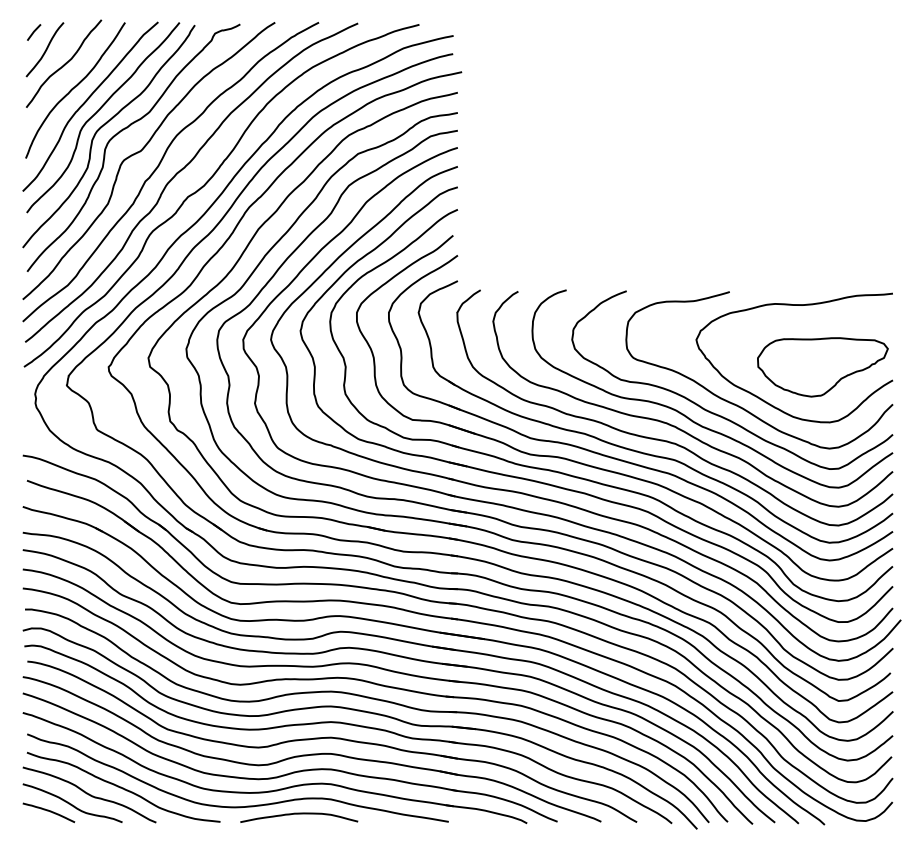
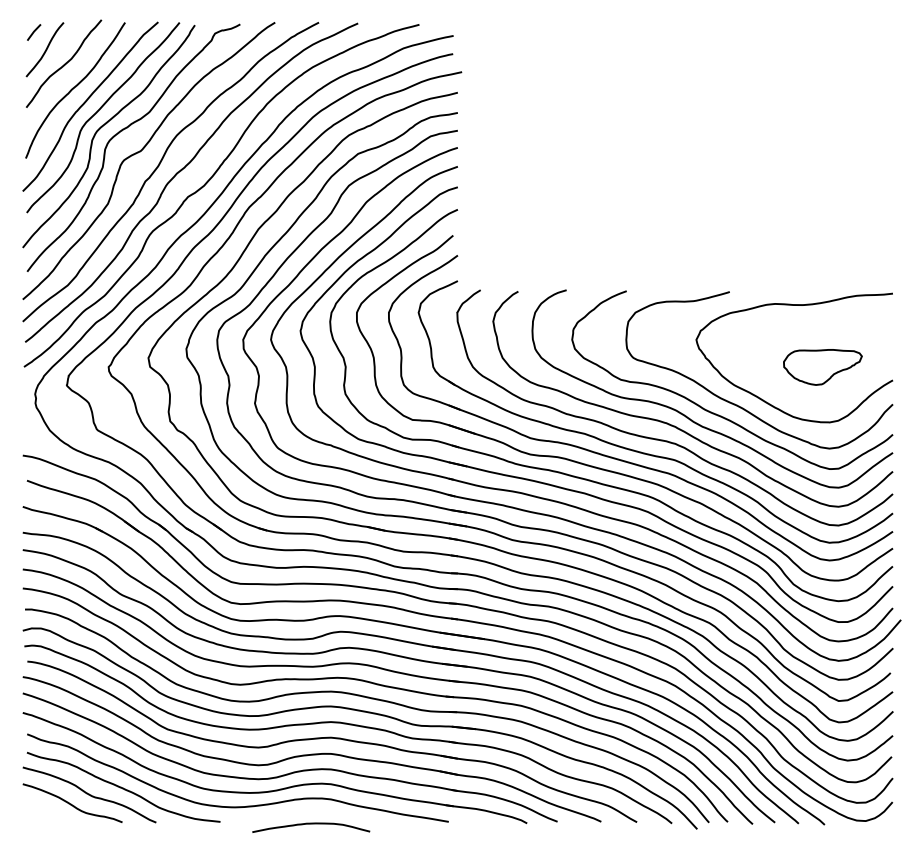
part at (822, 367) size: 132x61 px -> 80x37 px
curve at (48, 811): present -> none
curve at (299, 814) position: (299, 814) -> (311, 824)
